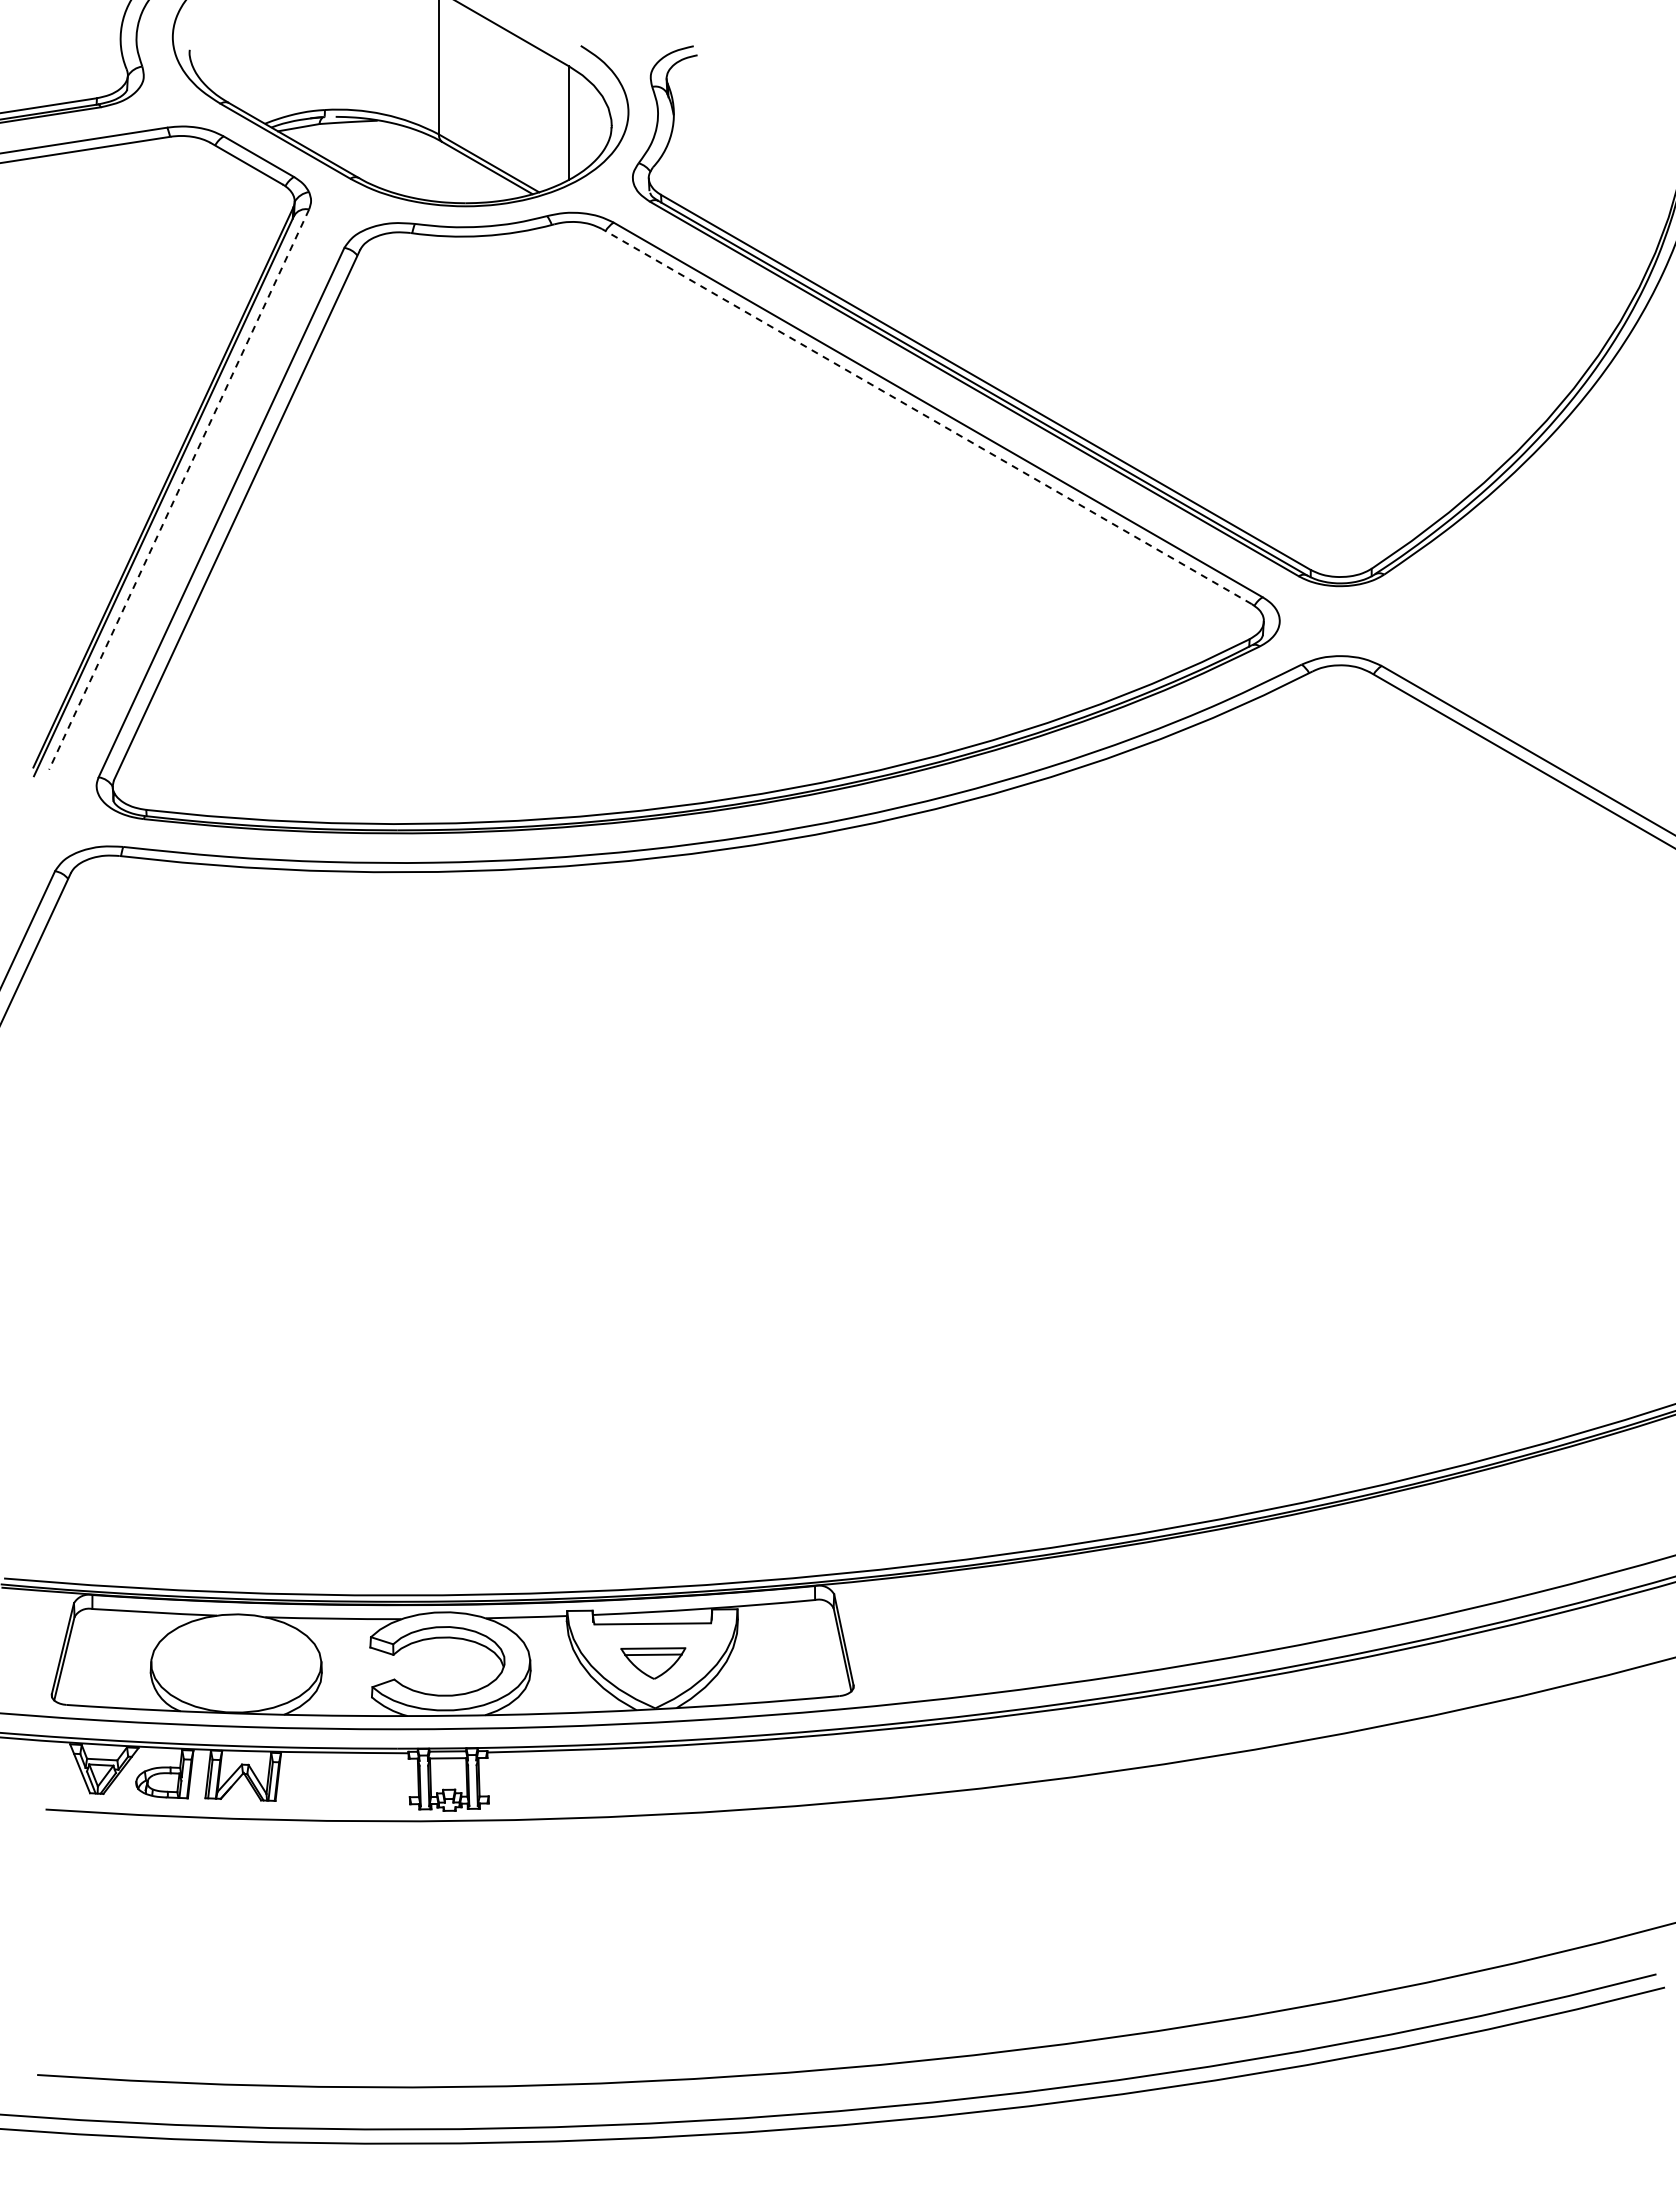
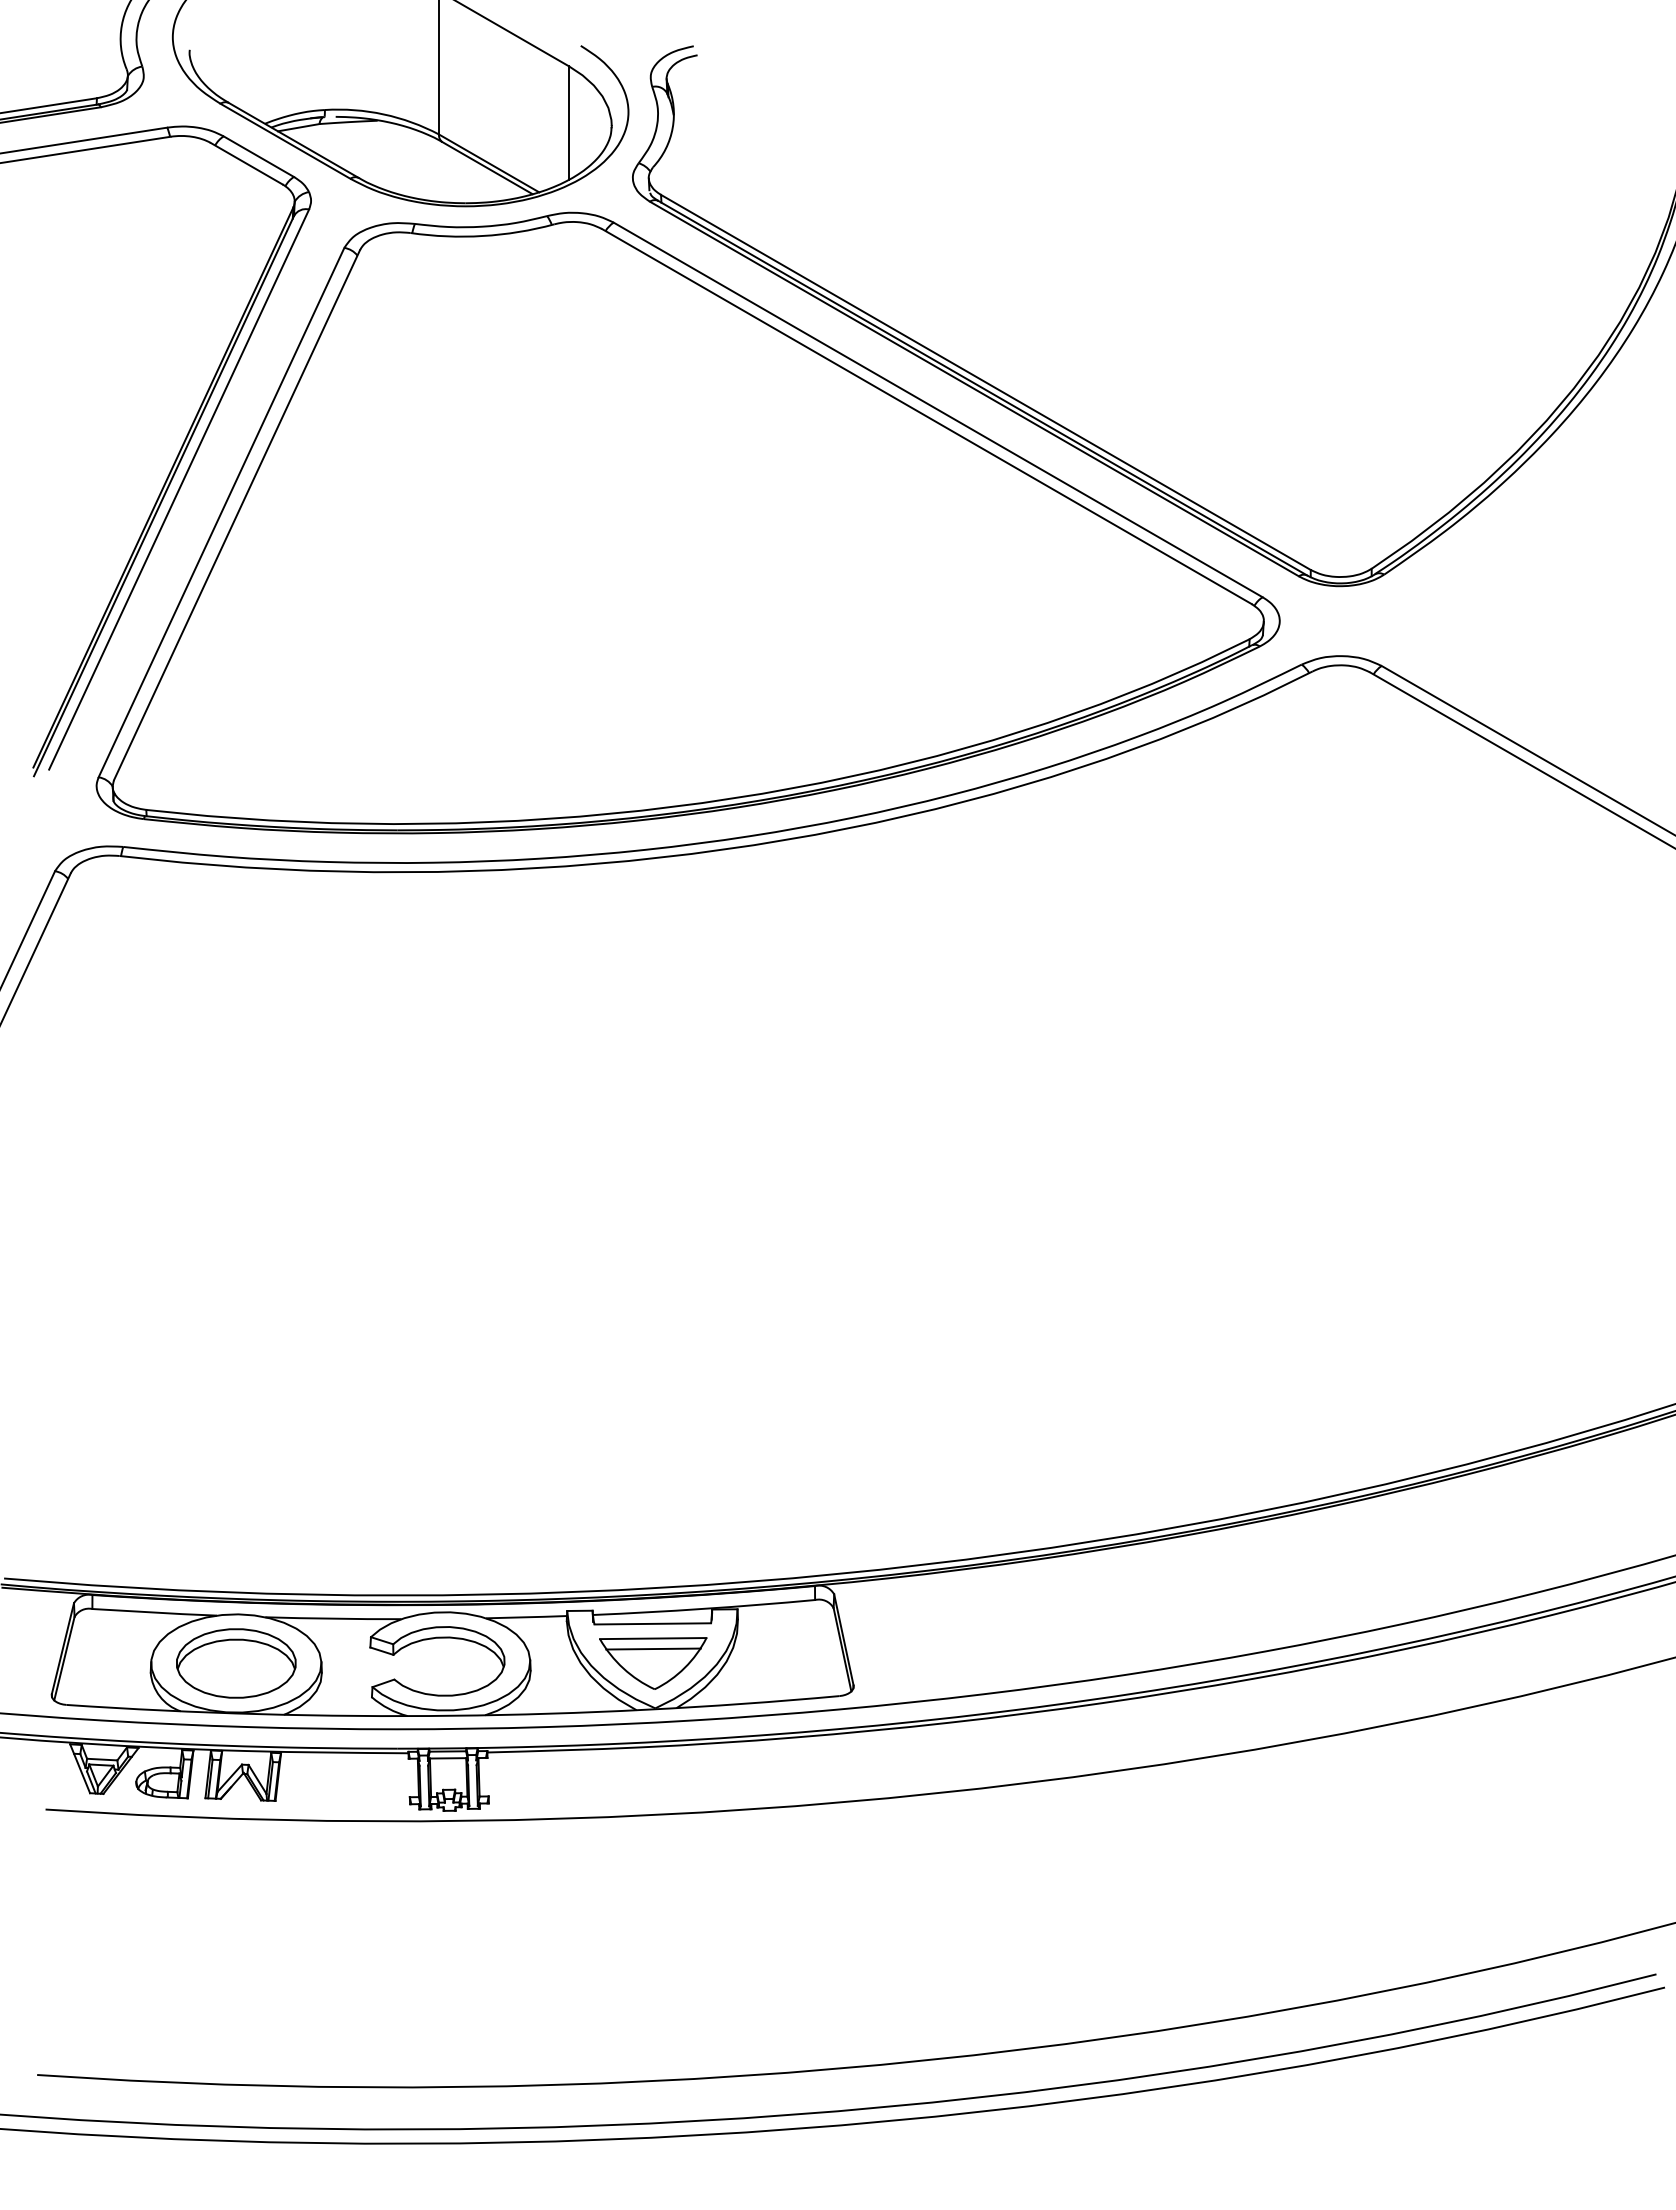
line at (926, 416): dashed -> solid
line at (179, 489): dashed -> solid
part at (236, 1663): none -> present
part at (653, 1663) size: 67x33 px -> 109x53 px
